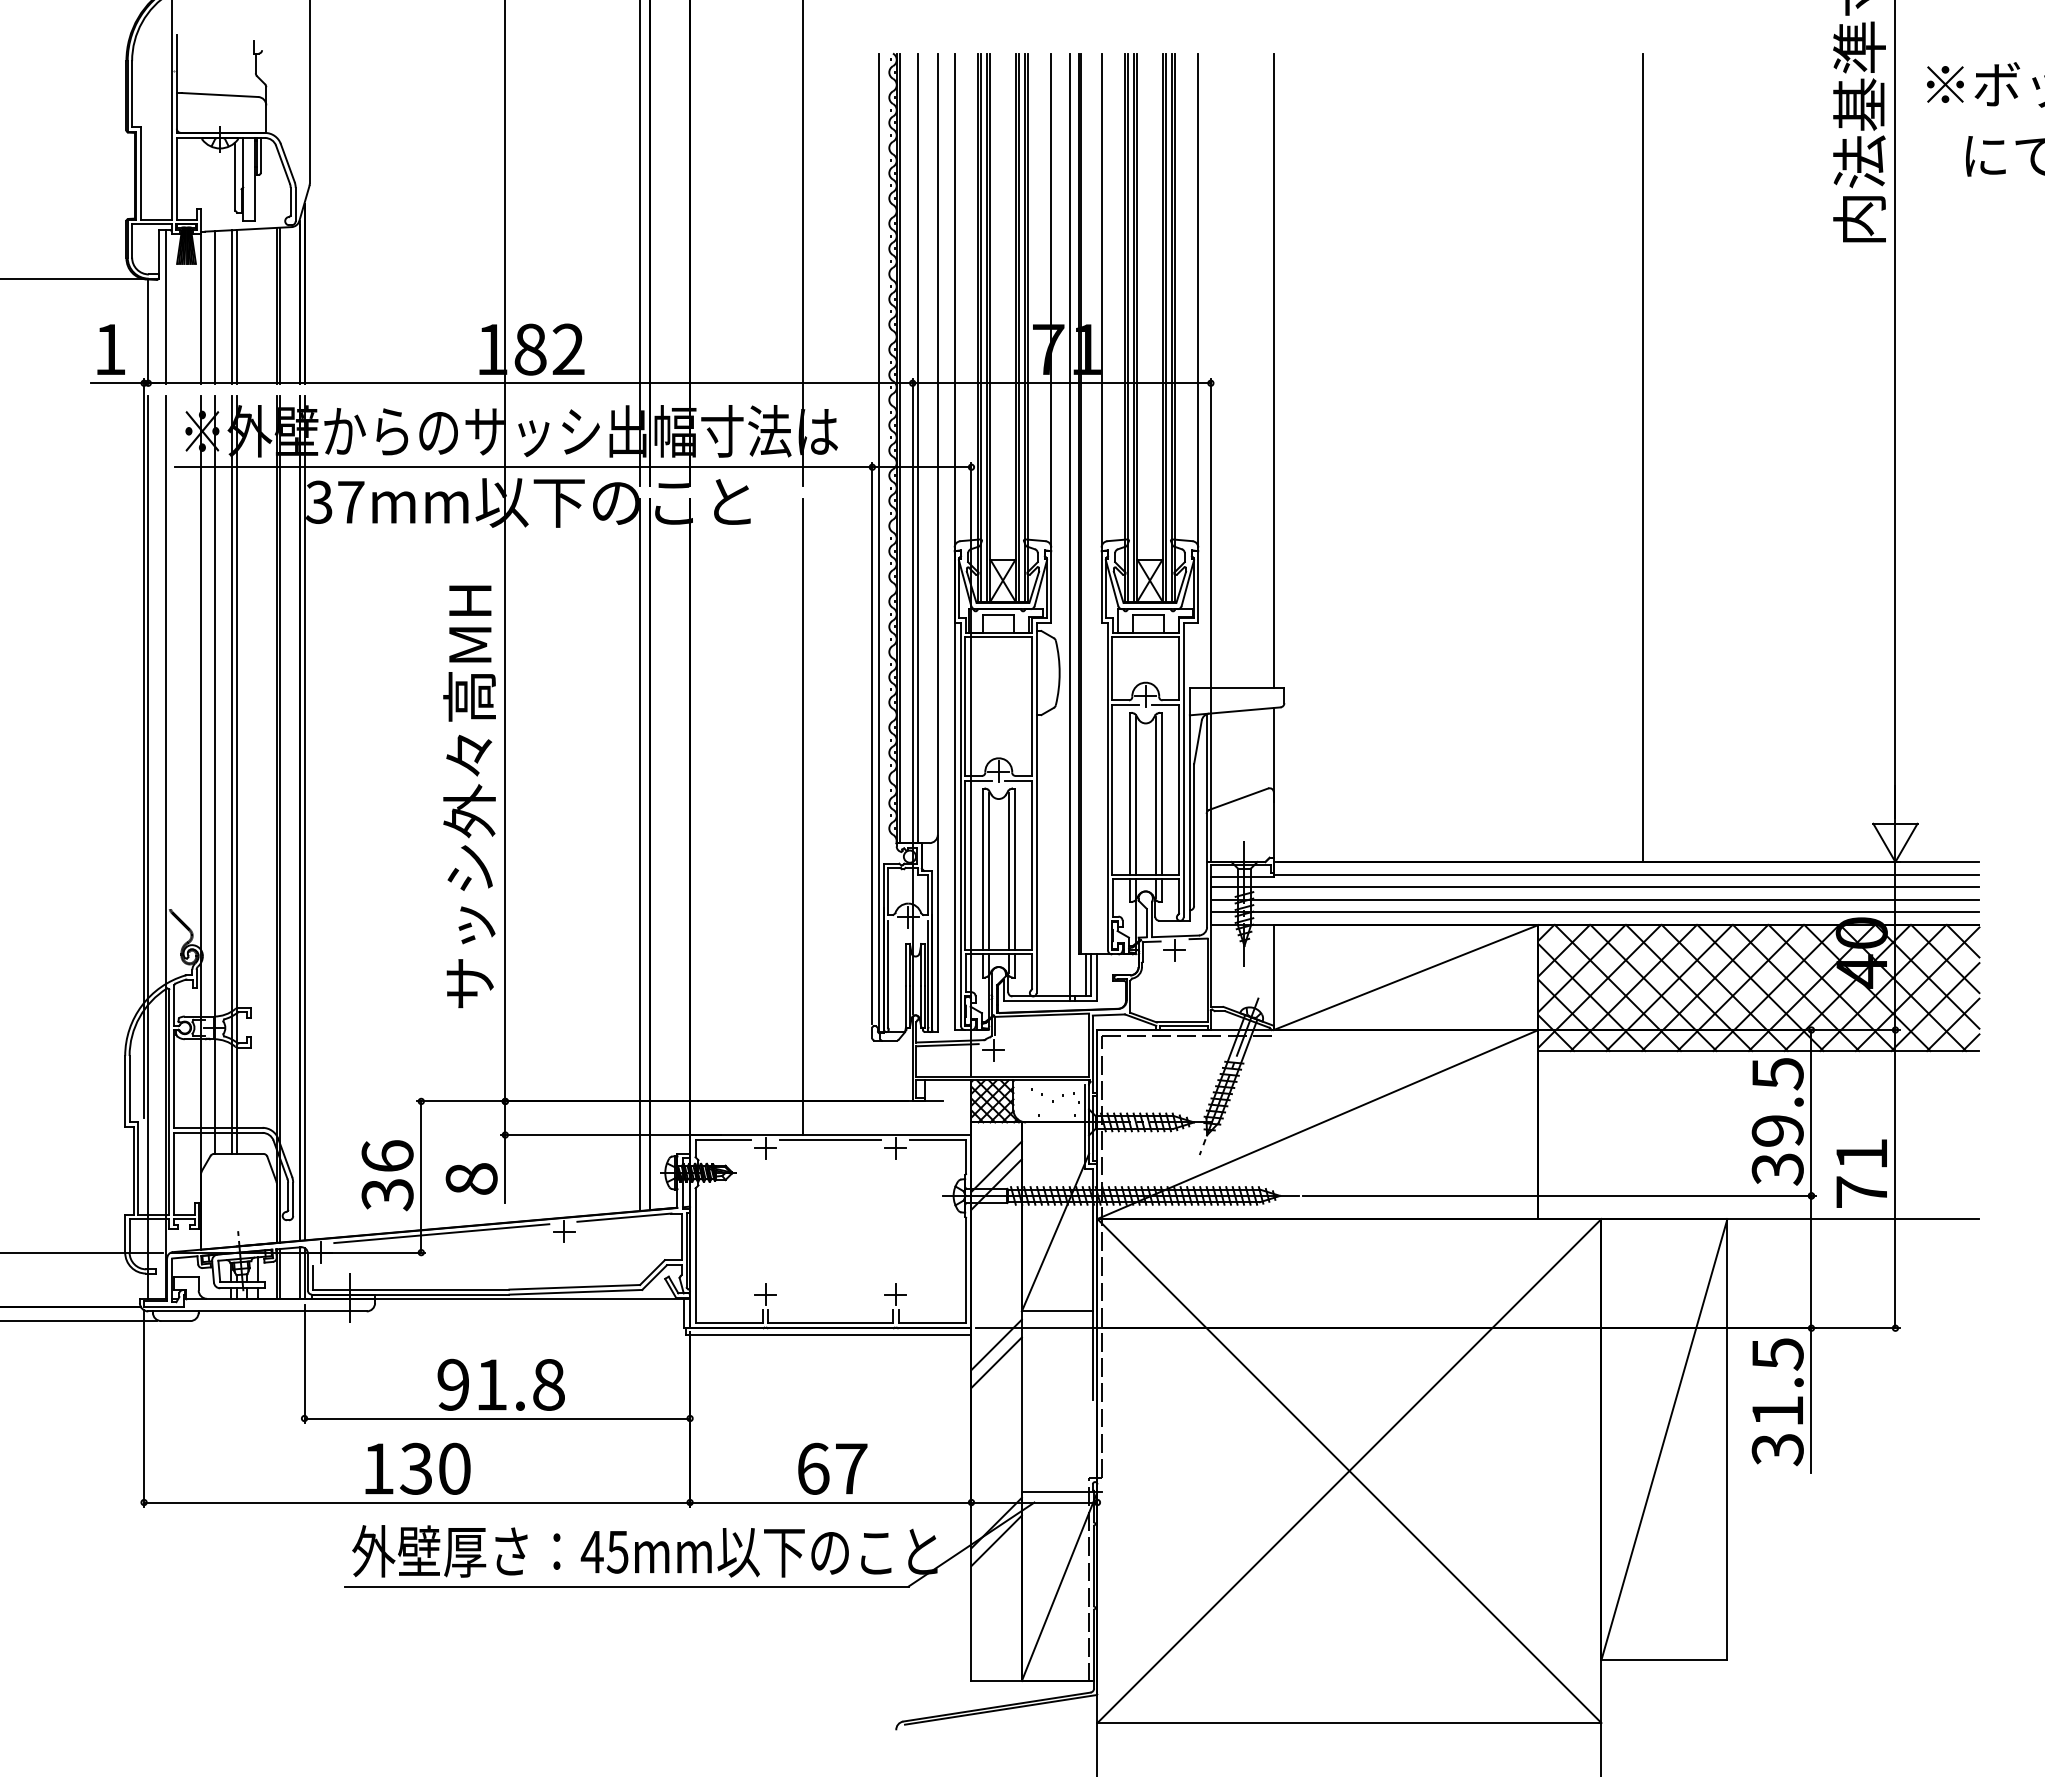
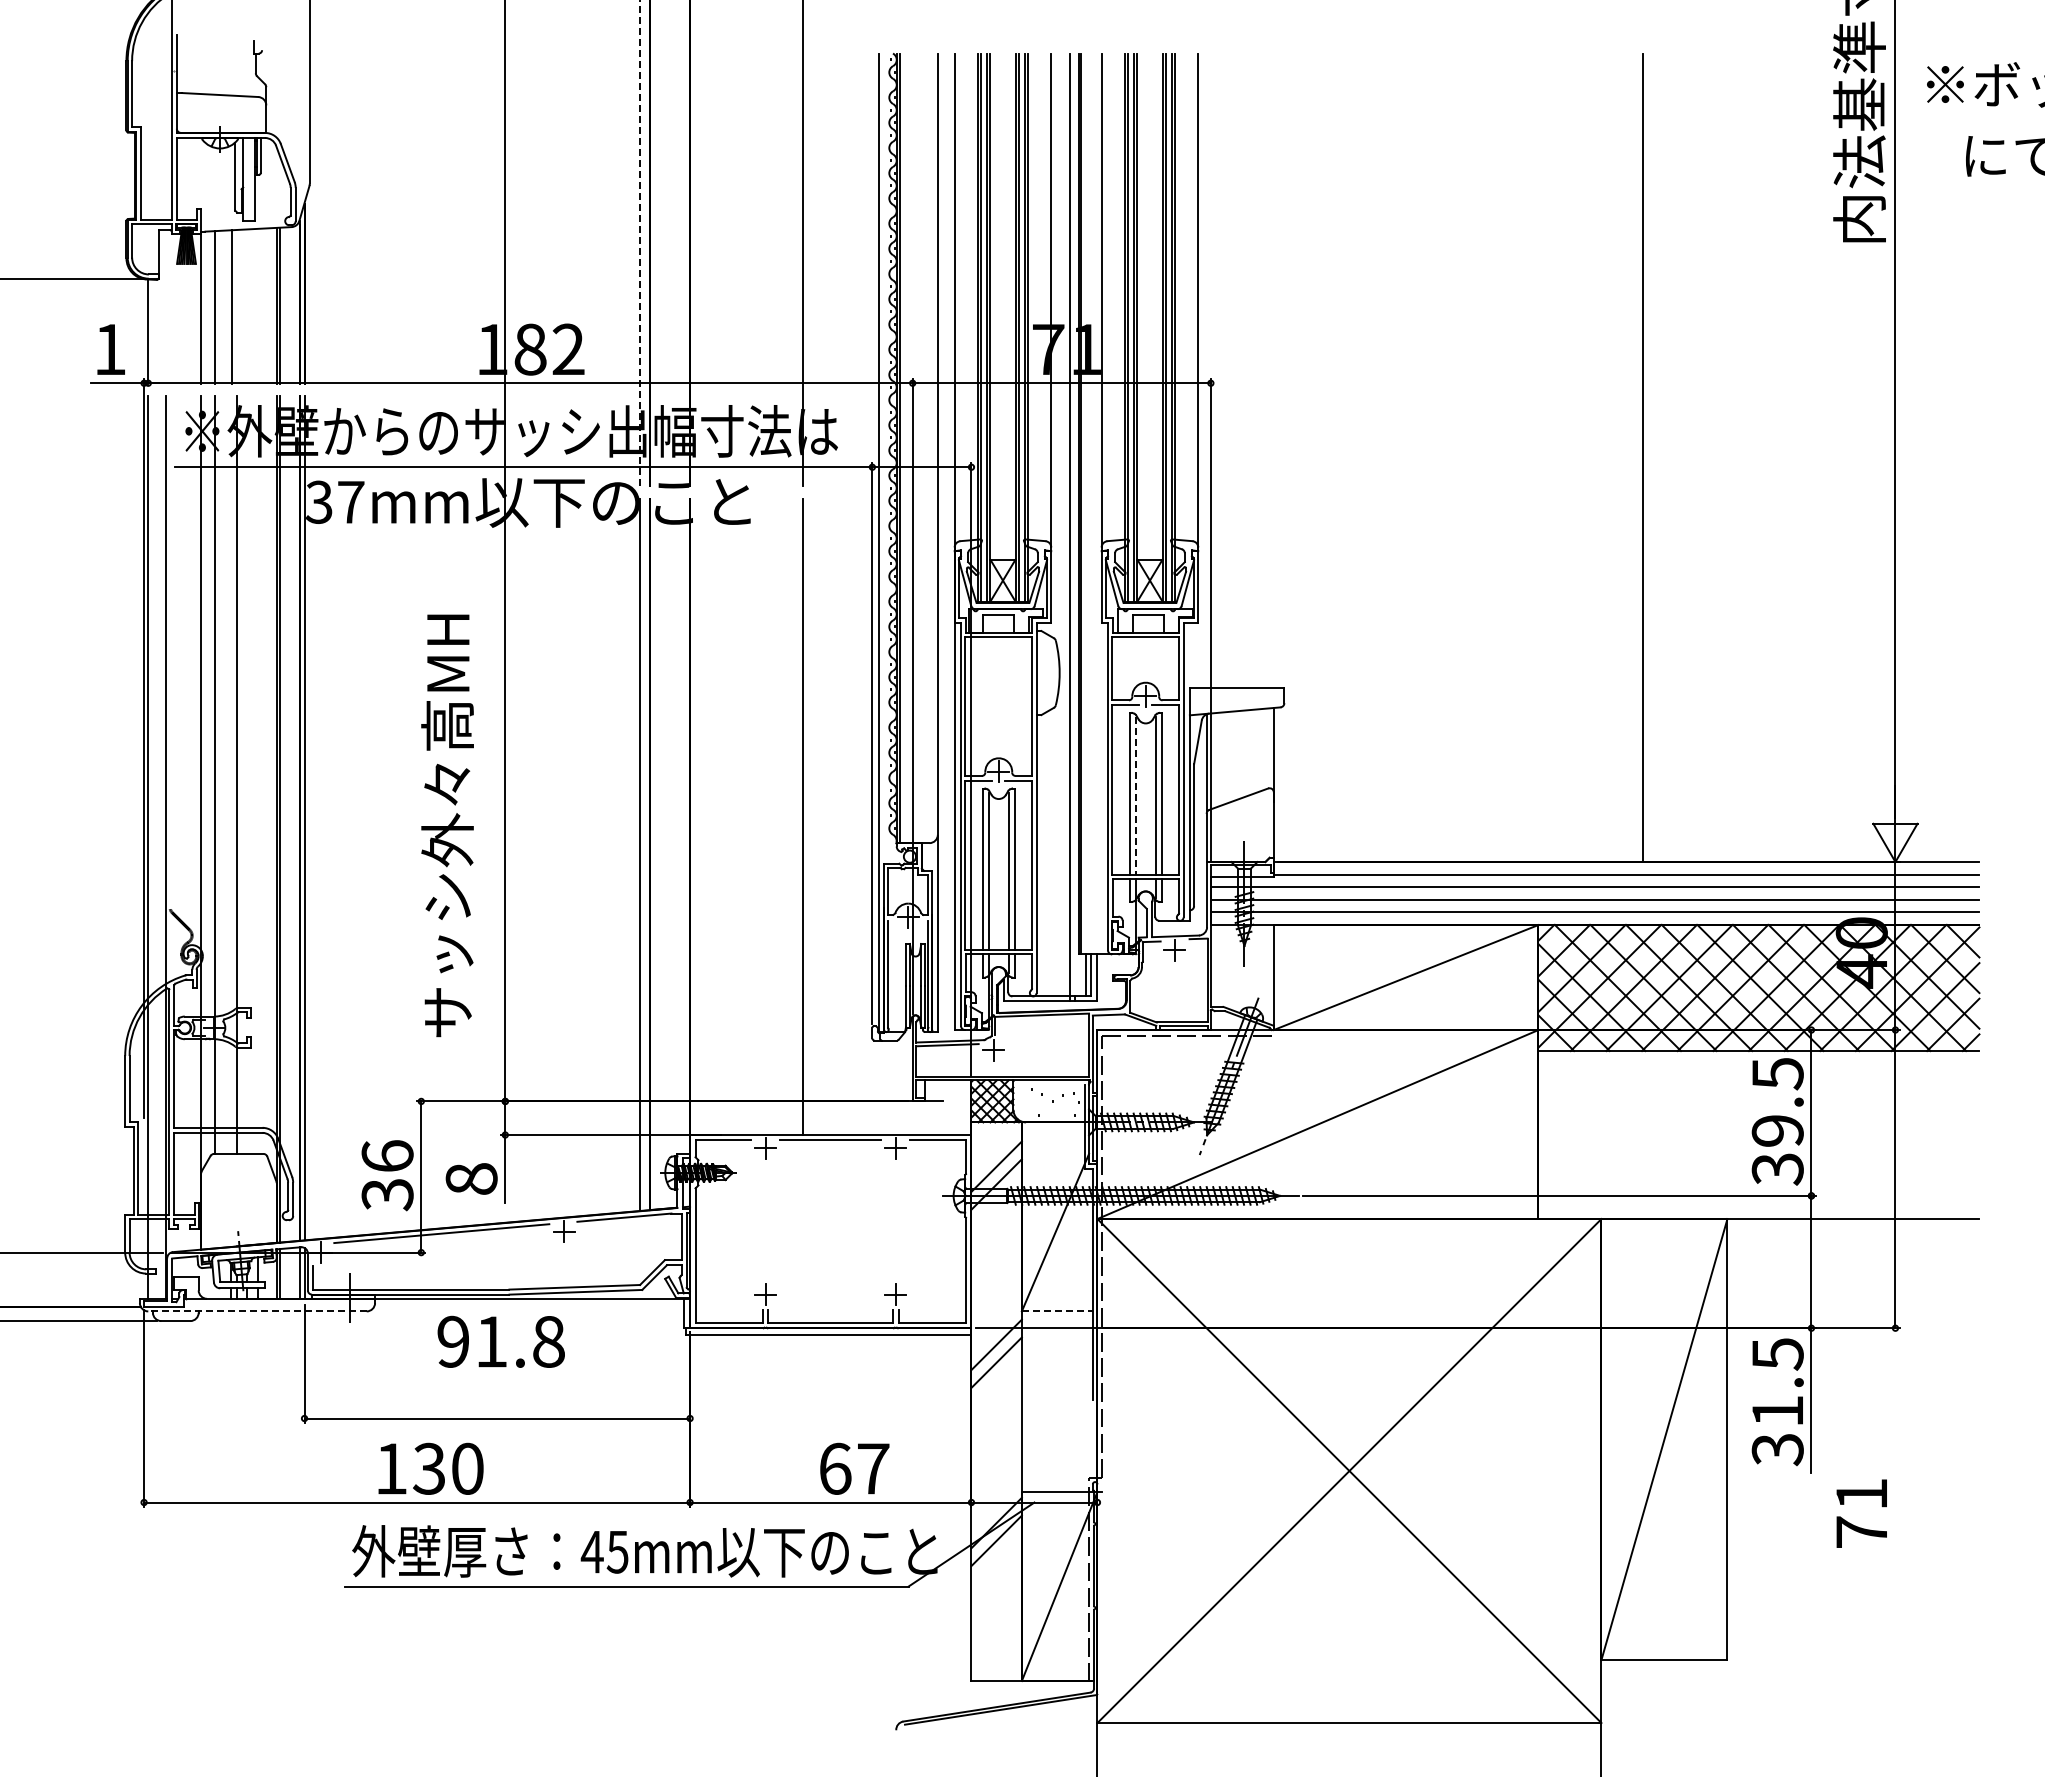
line at (639, 243): solid -> dashed
line at (165, 306): present -> none
line at (236, 306): present -> none
line at (1273, 370): present -> none
line at (917, 448): present -> none
line at (232, 774): present -> none
line at (1135, 795): solid -> dashed
text at (469, 796) position: (469, 796) -> (447, 825)
text at (1861, 1173) position: (1861, 1173) -> (1861, 1513)
line at (257, 1311): solid -> dashed
line at (1057, 1311): solid -> dashed
text at (500, 1384) position: (500, 1384) -> (500, 1341)
text at (417, 1468) position: (417, 1468) -> (430, 1468)
text at (832, 1468) position: (832, 1468) -> (854, 1468)
